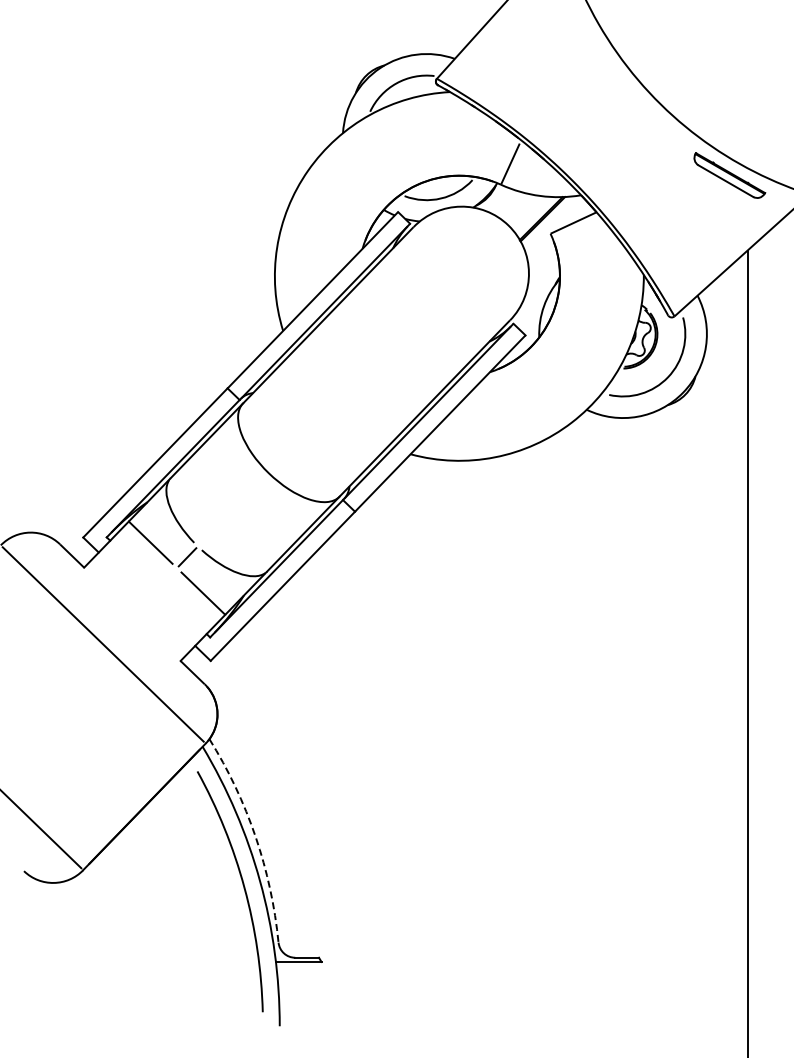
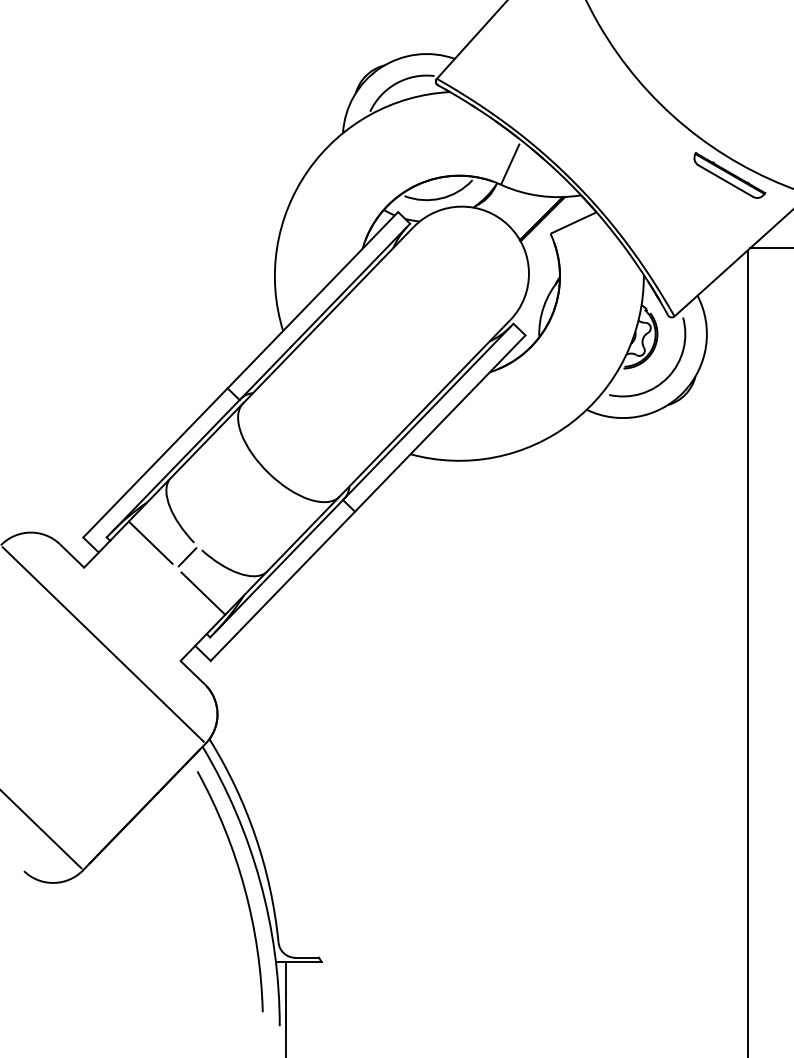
line at (770, 248): none -> present
arc at (255, 836): dashed -> solid
line at (285, 1007): none -> present
